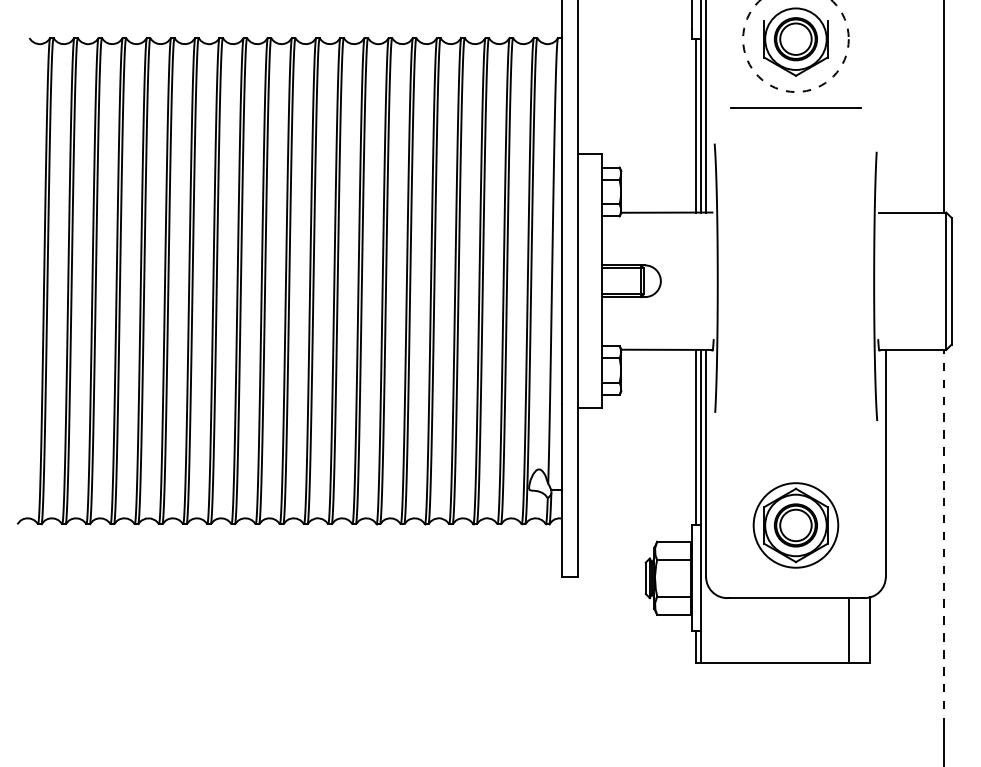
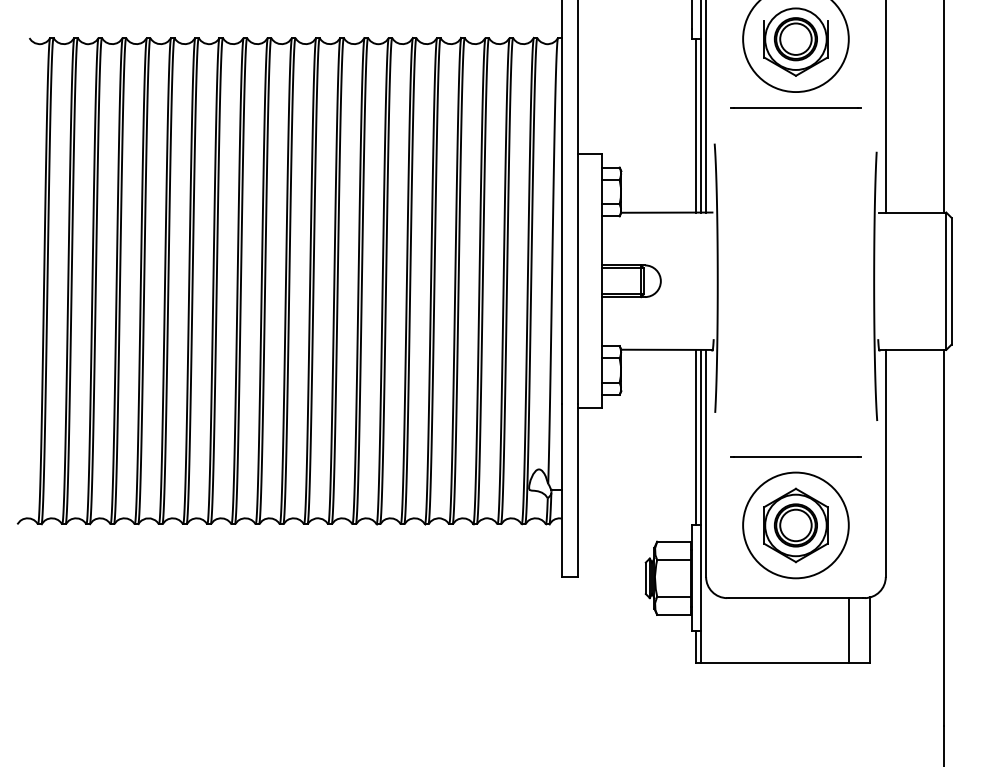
circle at (795, 46): dashed -> solid
line at (885, 107): none -> present
line at (795, 456): none -> present
circle at (795, 525) diameter: 85 px -> 106 px
line at (943, 537): dashed -> solid
